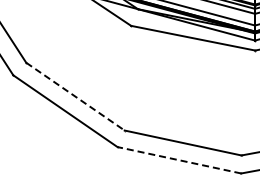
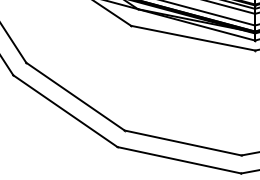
line at (75, 96): dashed -> solid
line at (178, 160): dashed -> solid
